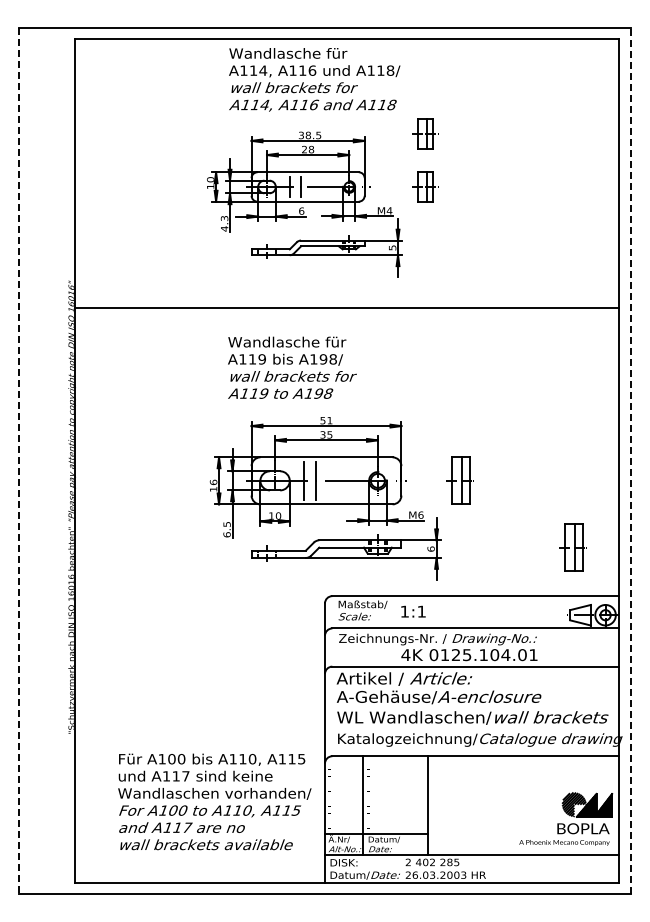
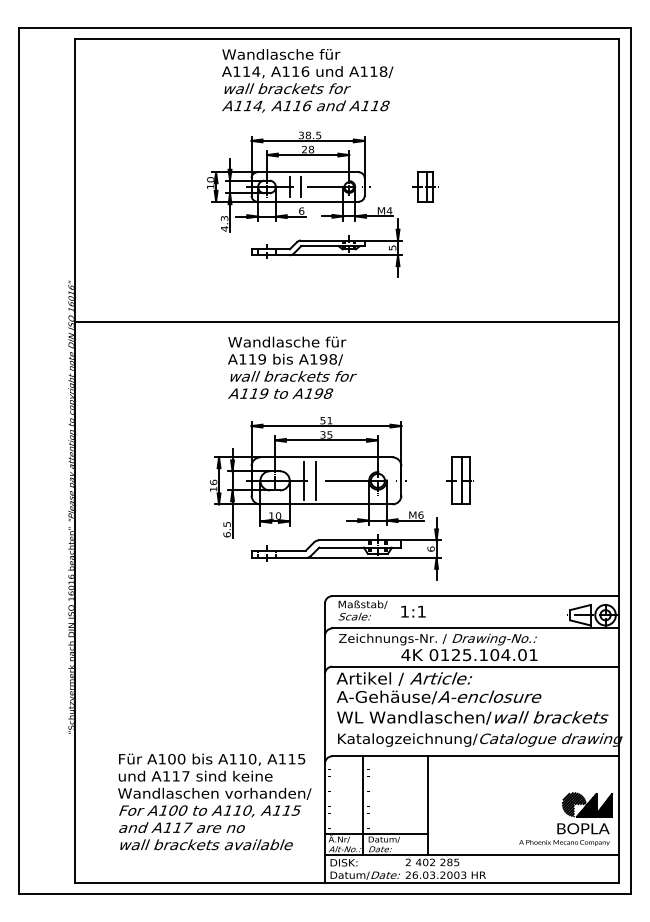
text at (314, 79) position: (314, 79) -> (307, 80)
part at (425, 133): present -> none
line at (346, 308) position: (346, 308) -> (346, 322)
line at (630, 460): dashed -> solid
line at (19, 461): dashed -> solid
part at (572, 547): present -> none
